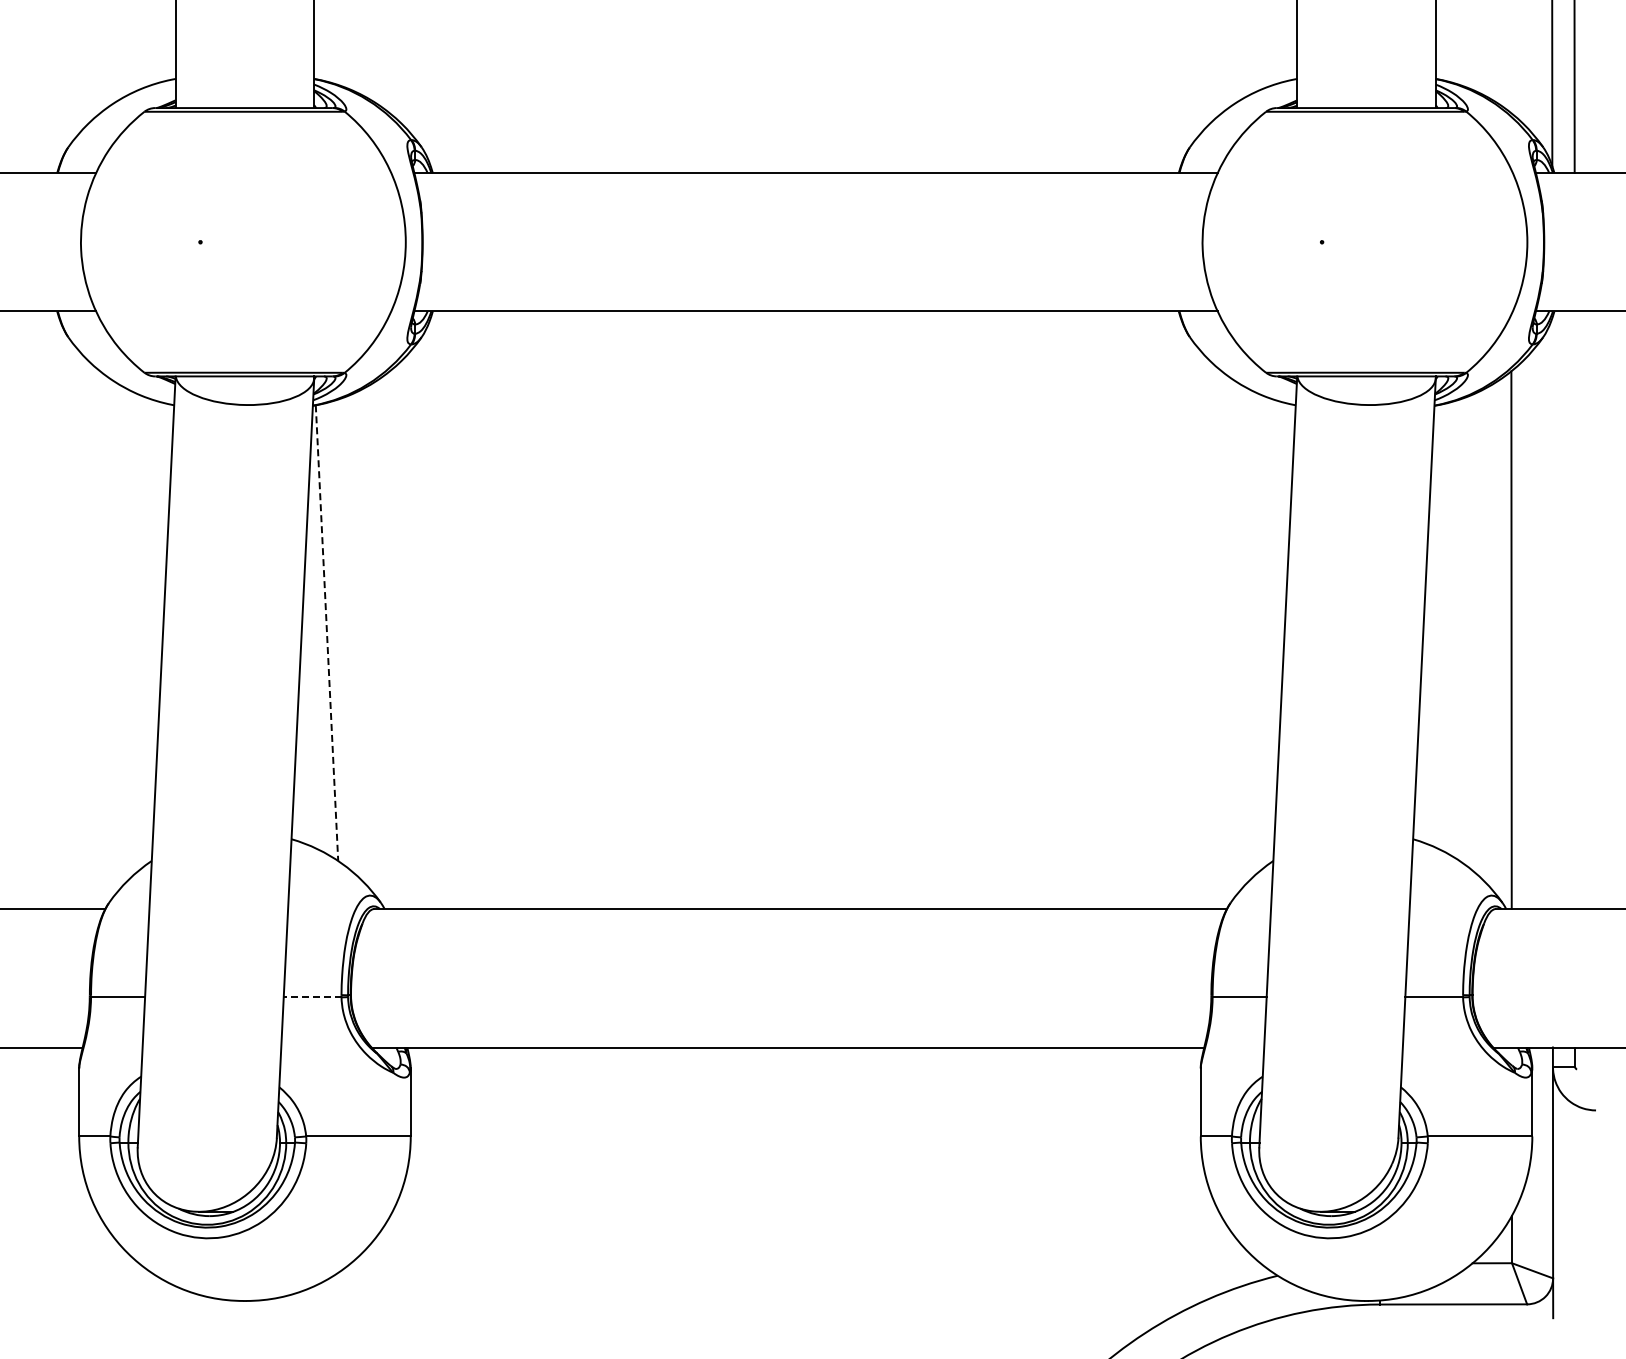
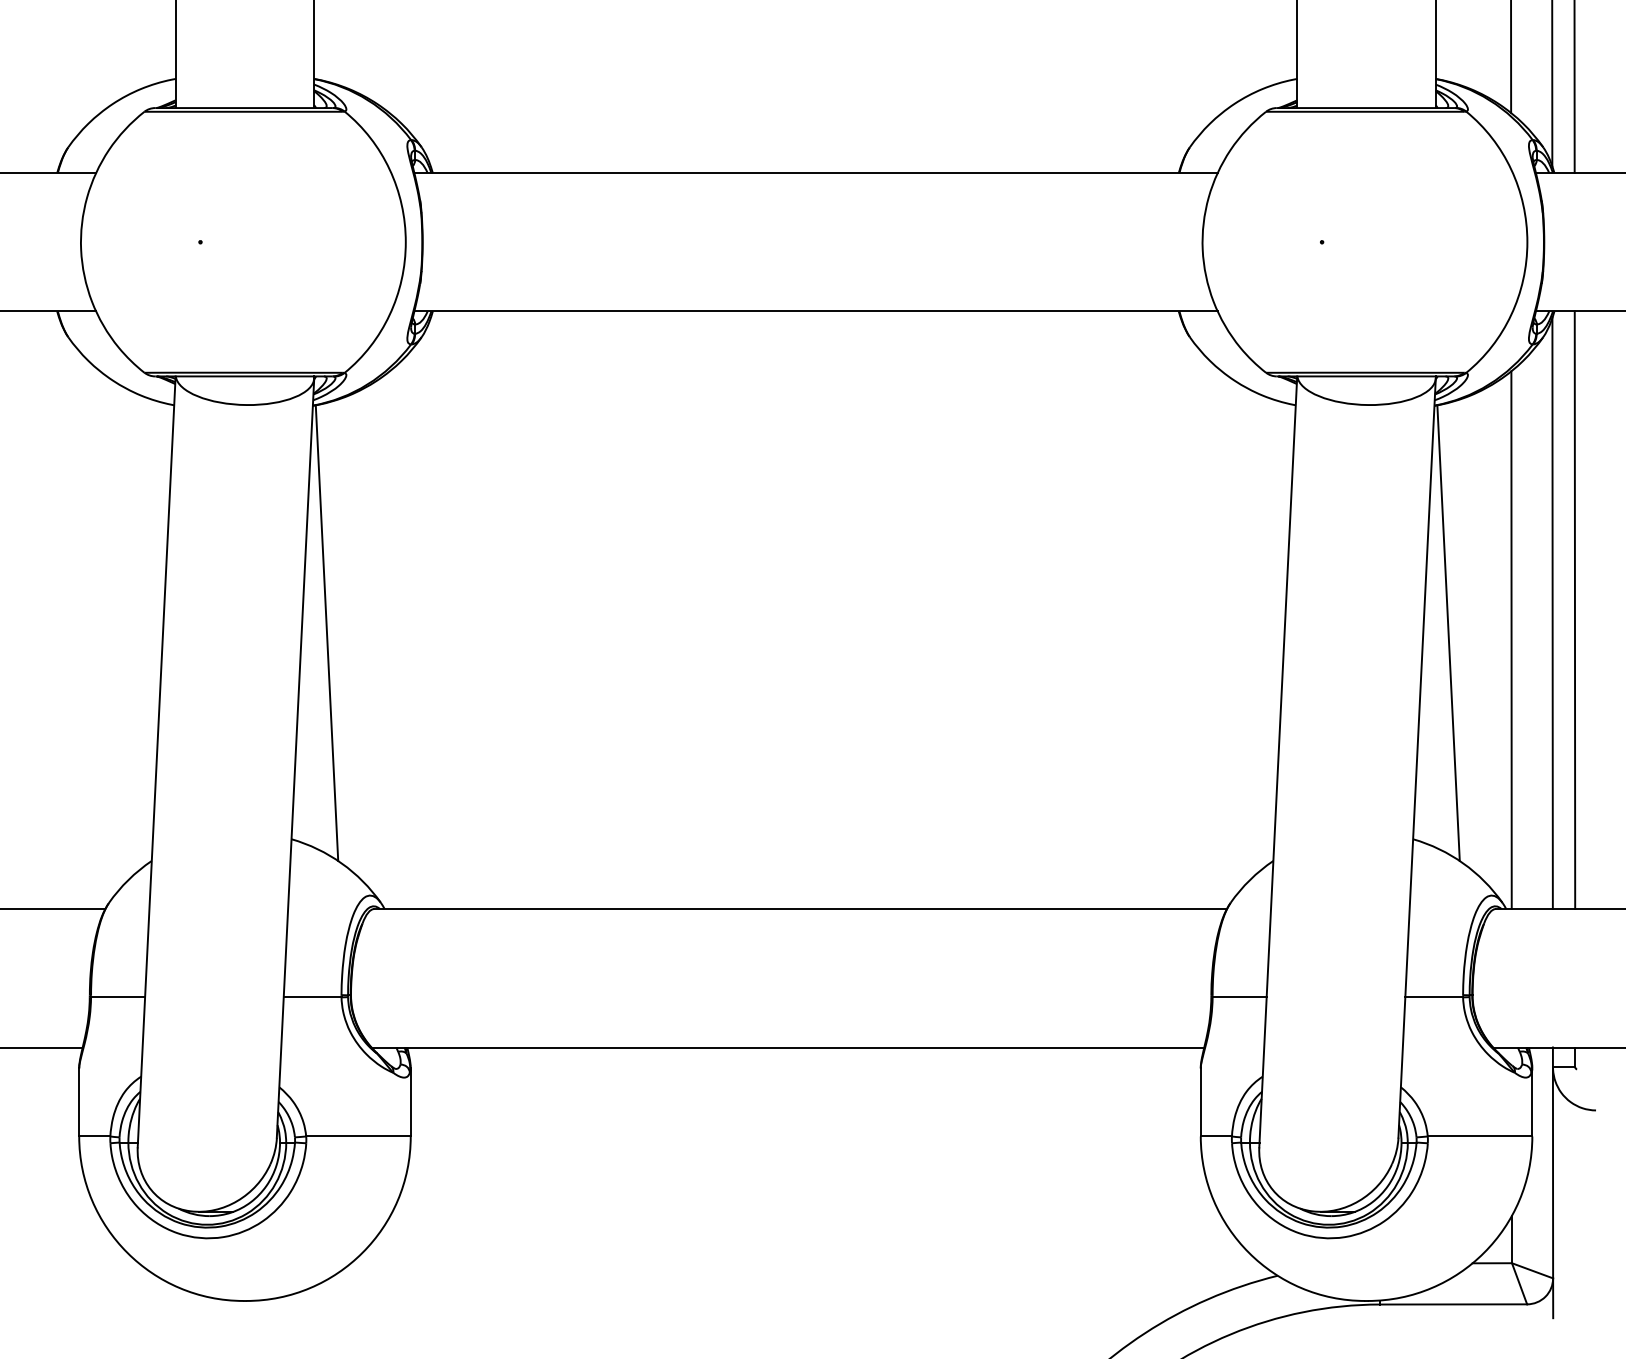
line at (1511, 57): none -> present
line at (1574, 609): none -> present
line at (1552, 612): none -> present
line at (1448, 632): none -> present
line at (327, 633): dashed -> solid
line at (312, 997): dashed -> solid
